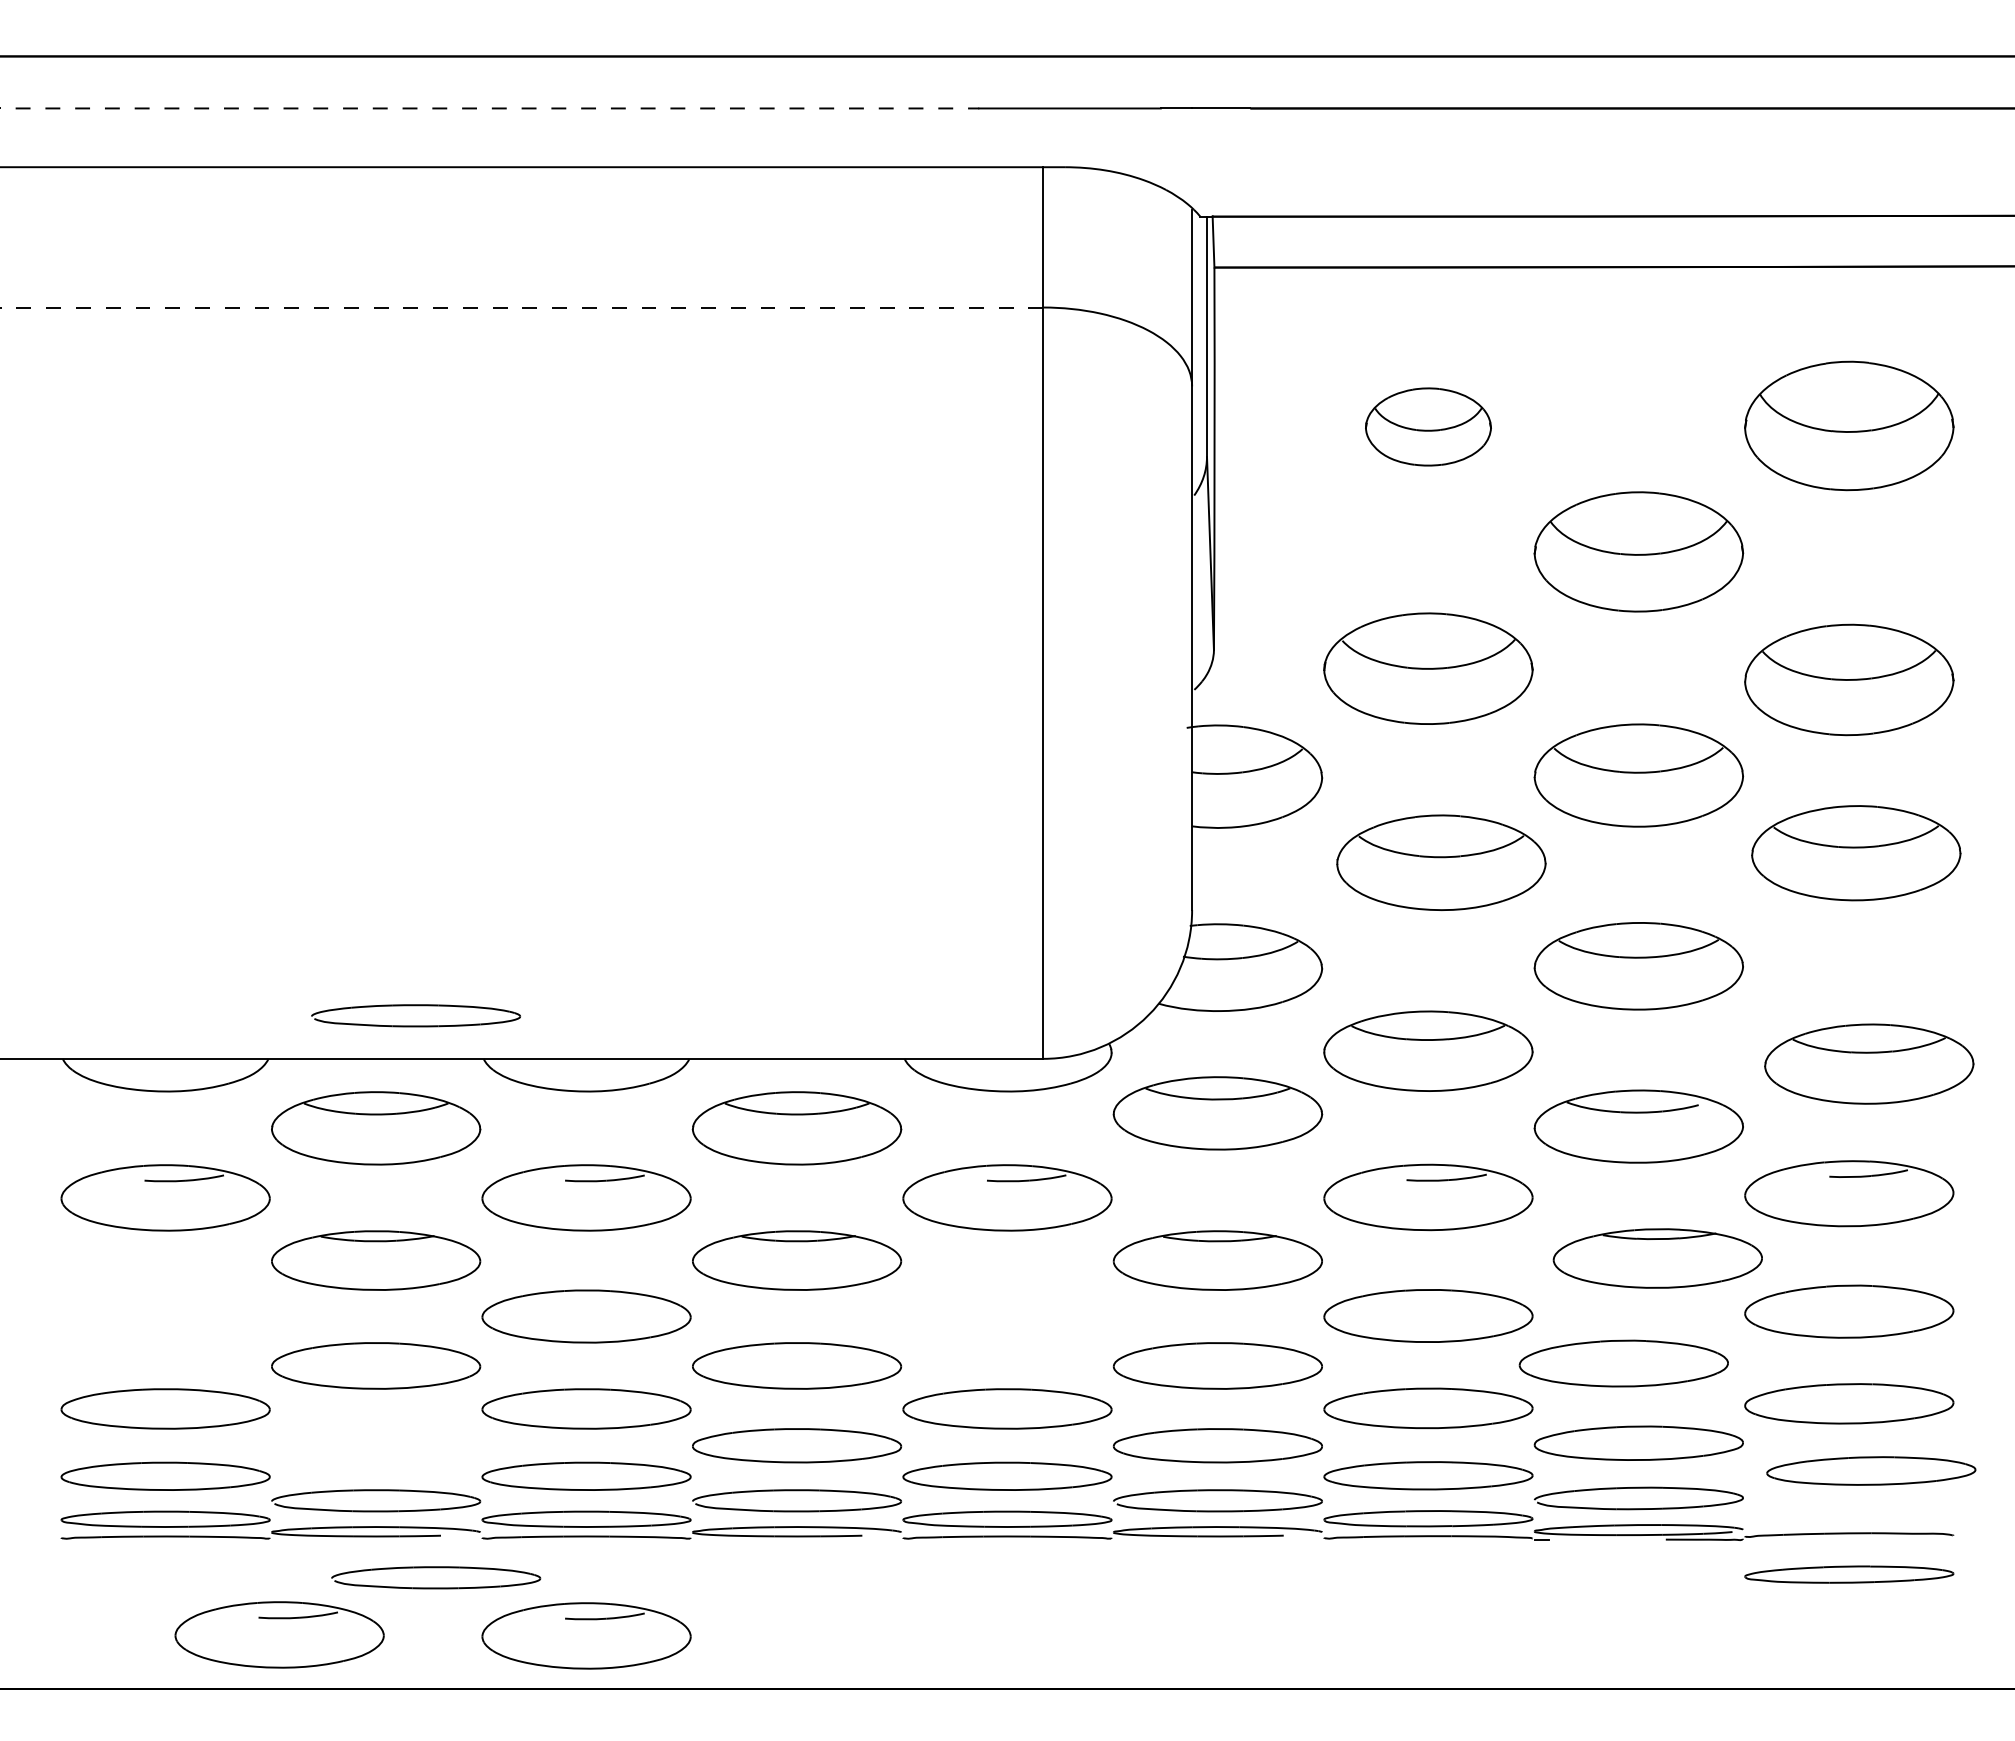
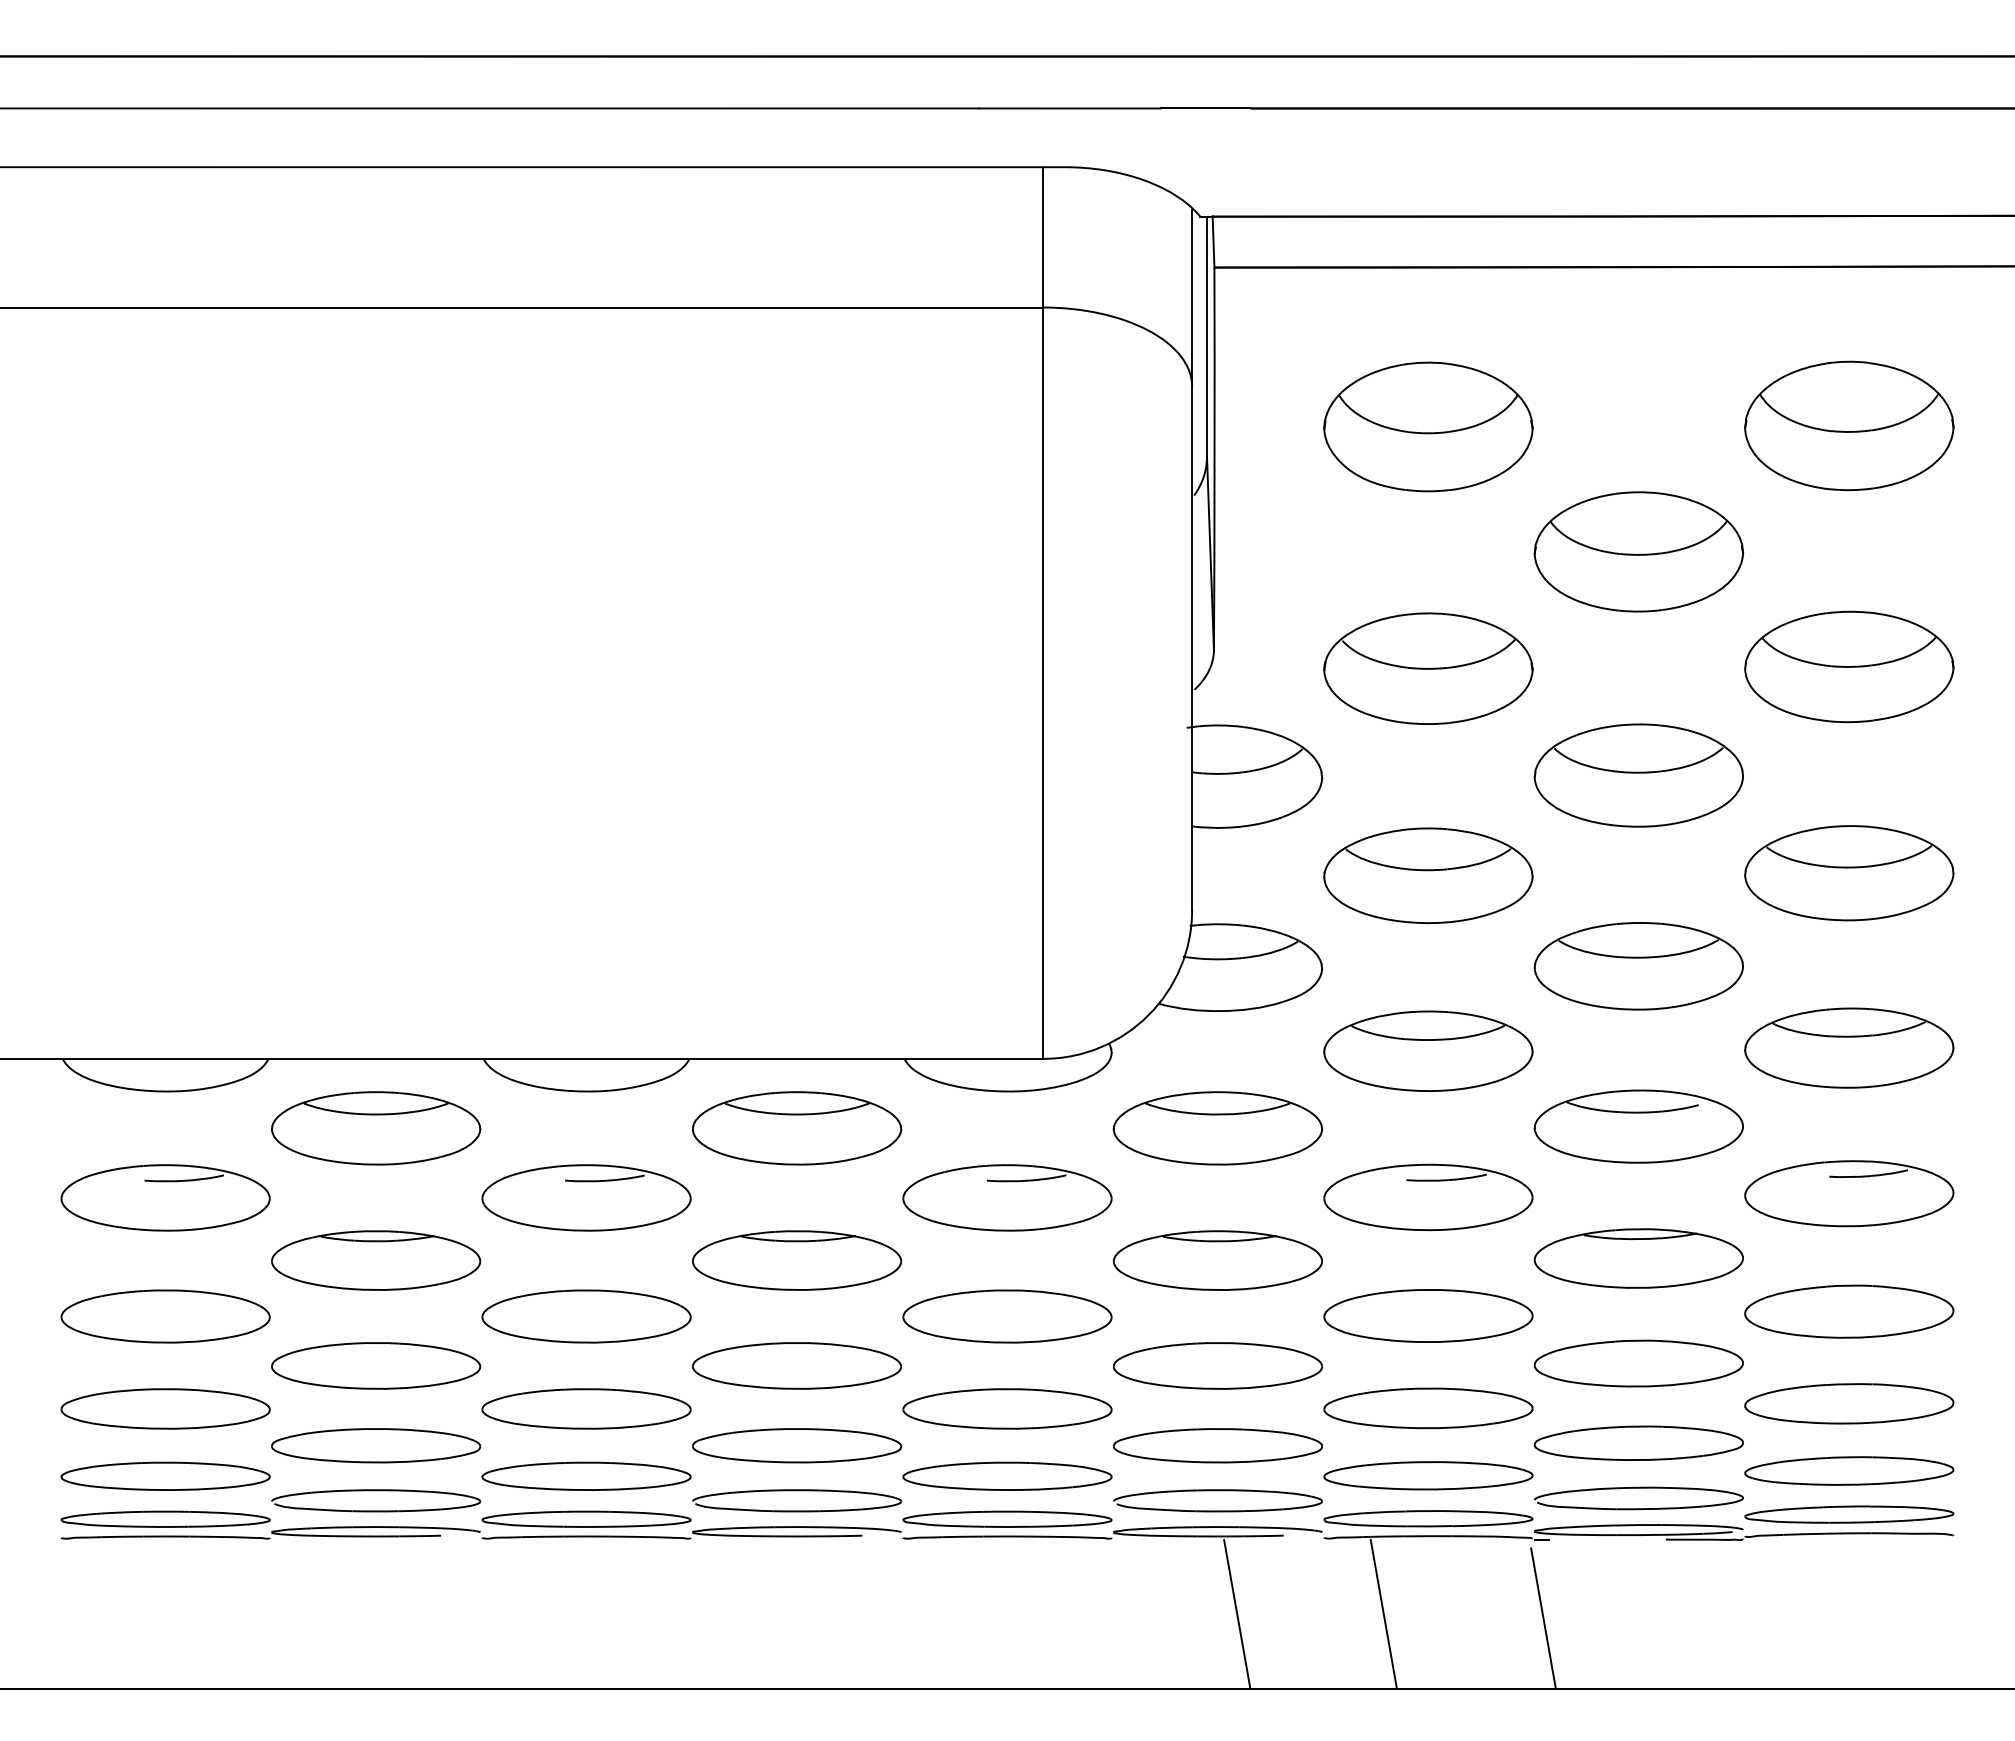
line at (490, 108): dashed -> solid
line at (521, 307): dashed -> solid
part at (1428, 426) size: 127x80 px -> 211x132 px
part at (1849, 679) position: (1849, 679) -> (1849, 666)
part at (1856, 853) position: (1856, 853) -> (1849, 873)
part at (1441, 862) position: (1441, 862) -> (1428, 875)
part at (416, 1006): present -> none
part at (1869, 1063) position: (1869, 1063) -> (1849, 1047)
part at (1217, 1113) position: (1217, 1113) -> (1217, 1128)
part at (1657, 1258) position: (1657, 1258) -> (1638, 1258)
part at (165, 1316): none -> present
part at (1007, 1316): none -> present
part at (1623, 1363) position: (1623, 1363) -> (1638, 1363)
part at (376, 1445): none -> present
part at (1871, 1470) position: (1871, 1470) -> (1849, 1470)
part at (436, 1568): present -> none
part at (1849, 1574) position: (1849, 1574) -> (1849, 1514)
line at (1237, 1613): none -> present
line at (1383, 1613): none -> present
line at (1543, 1618): none -> present
part at (279, 1634): present -> none
part at (586, 1635): present -> none
